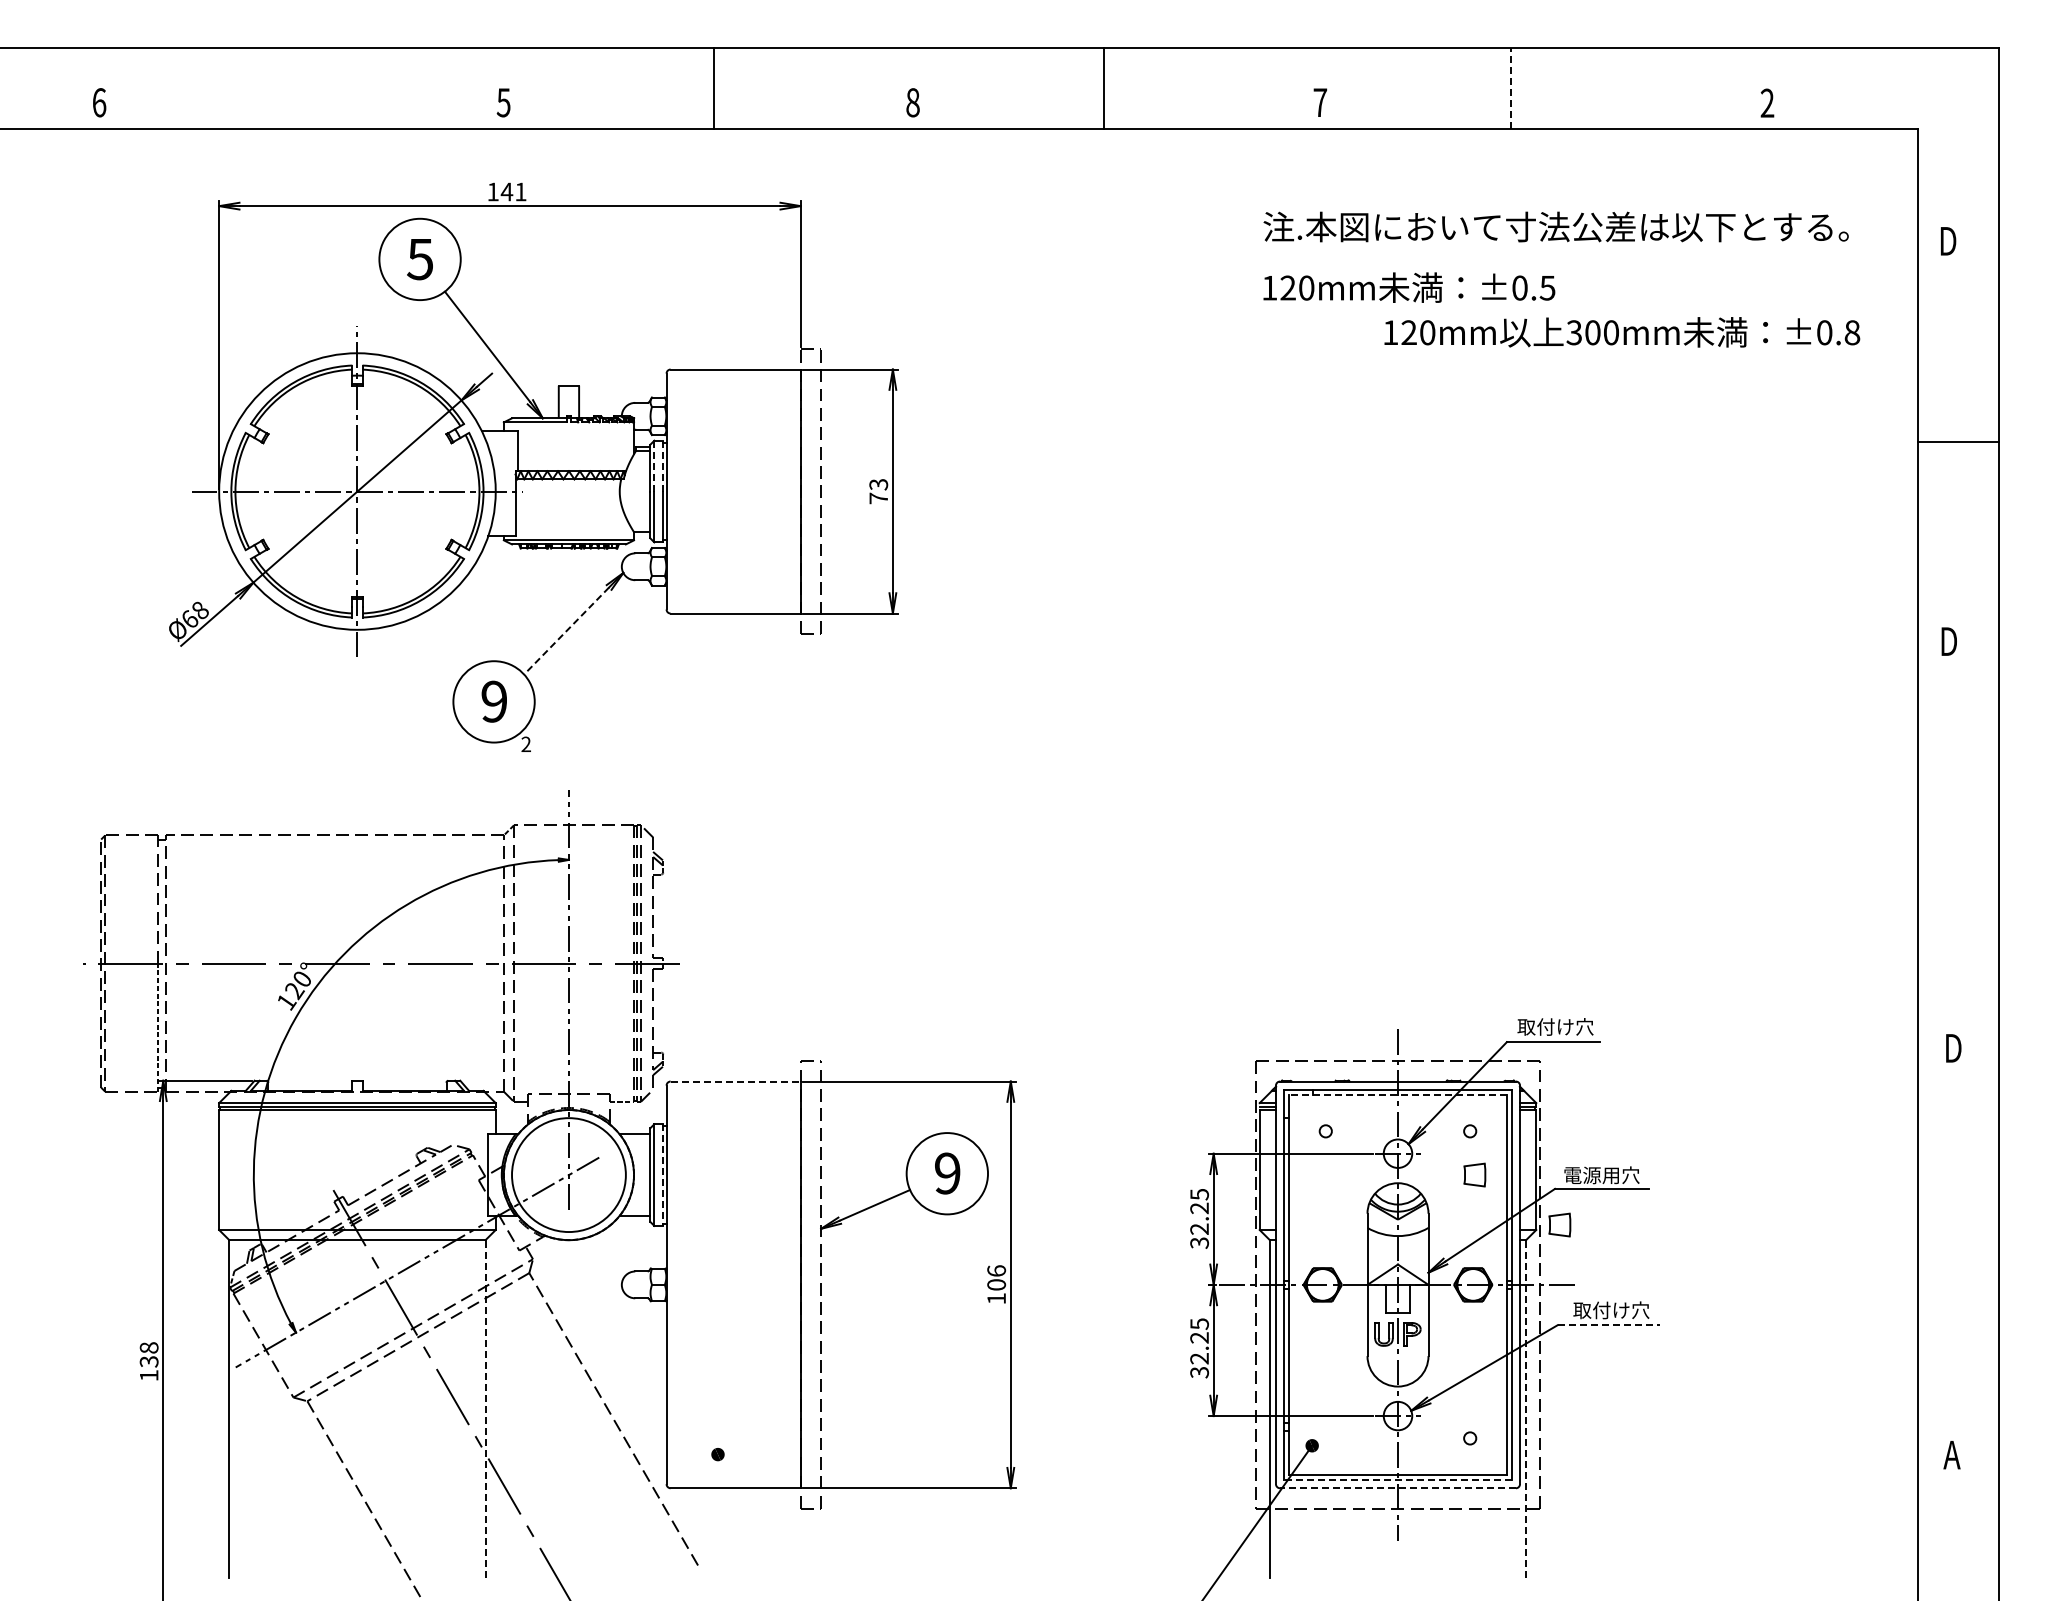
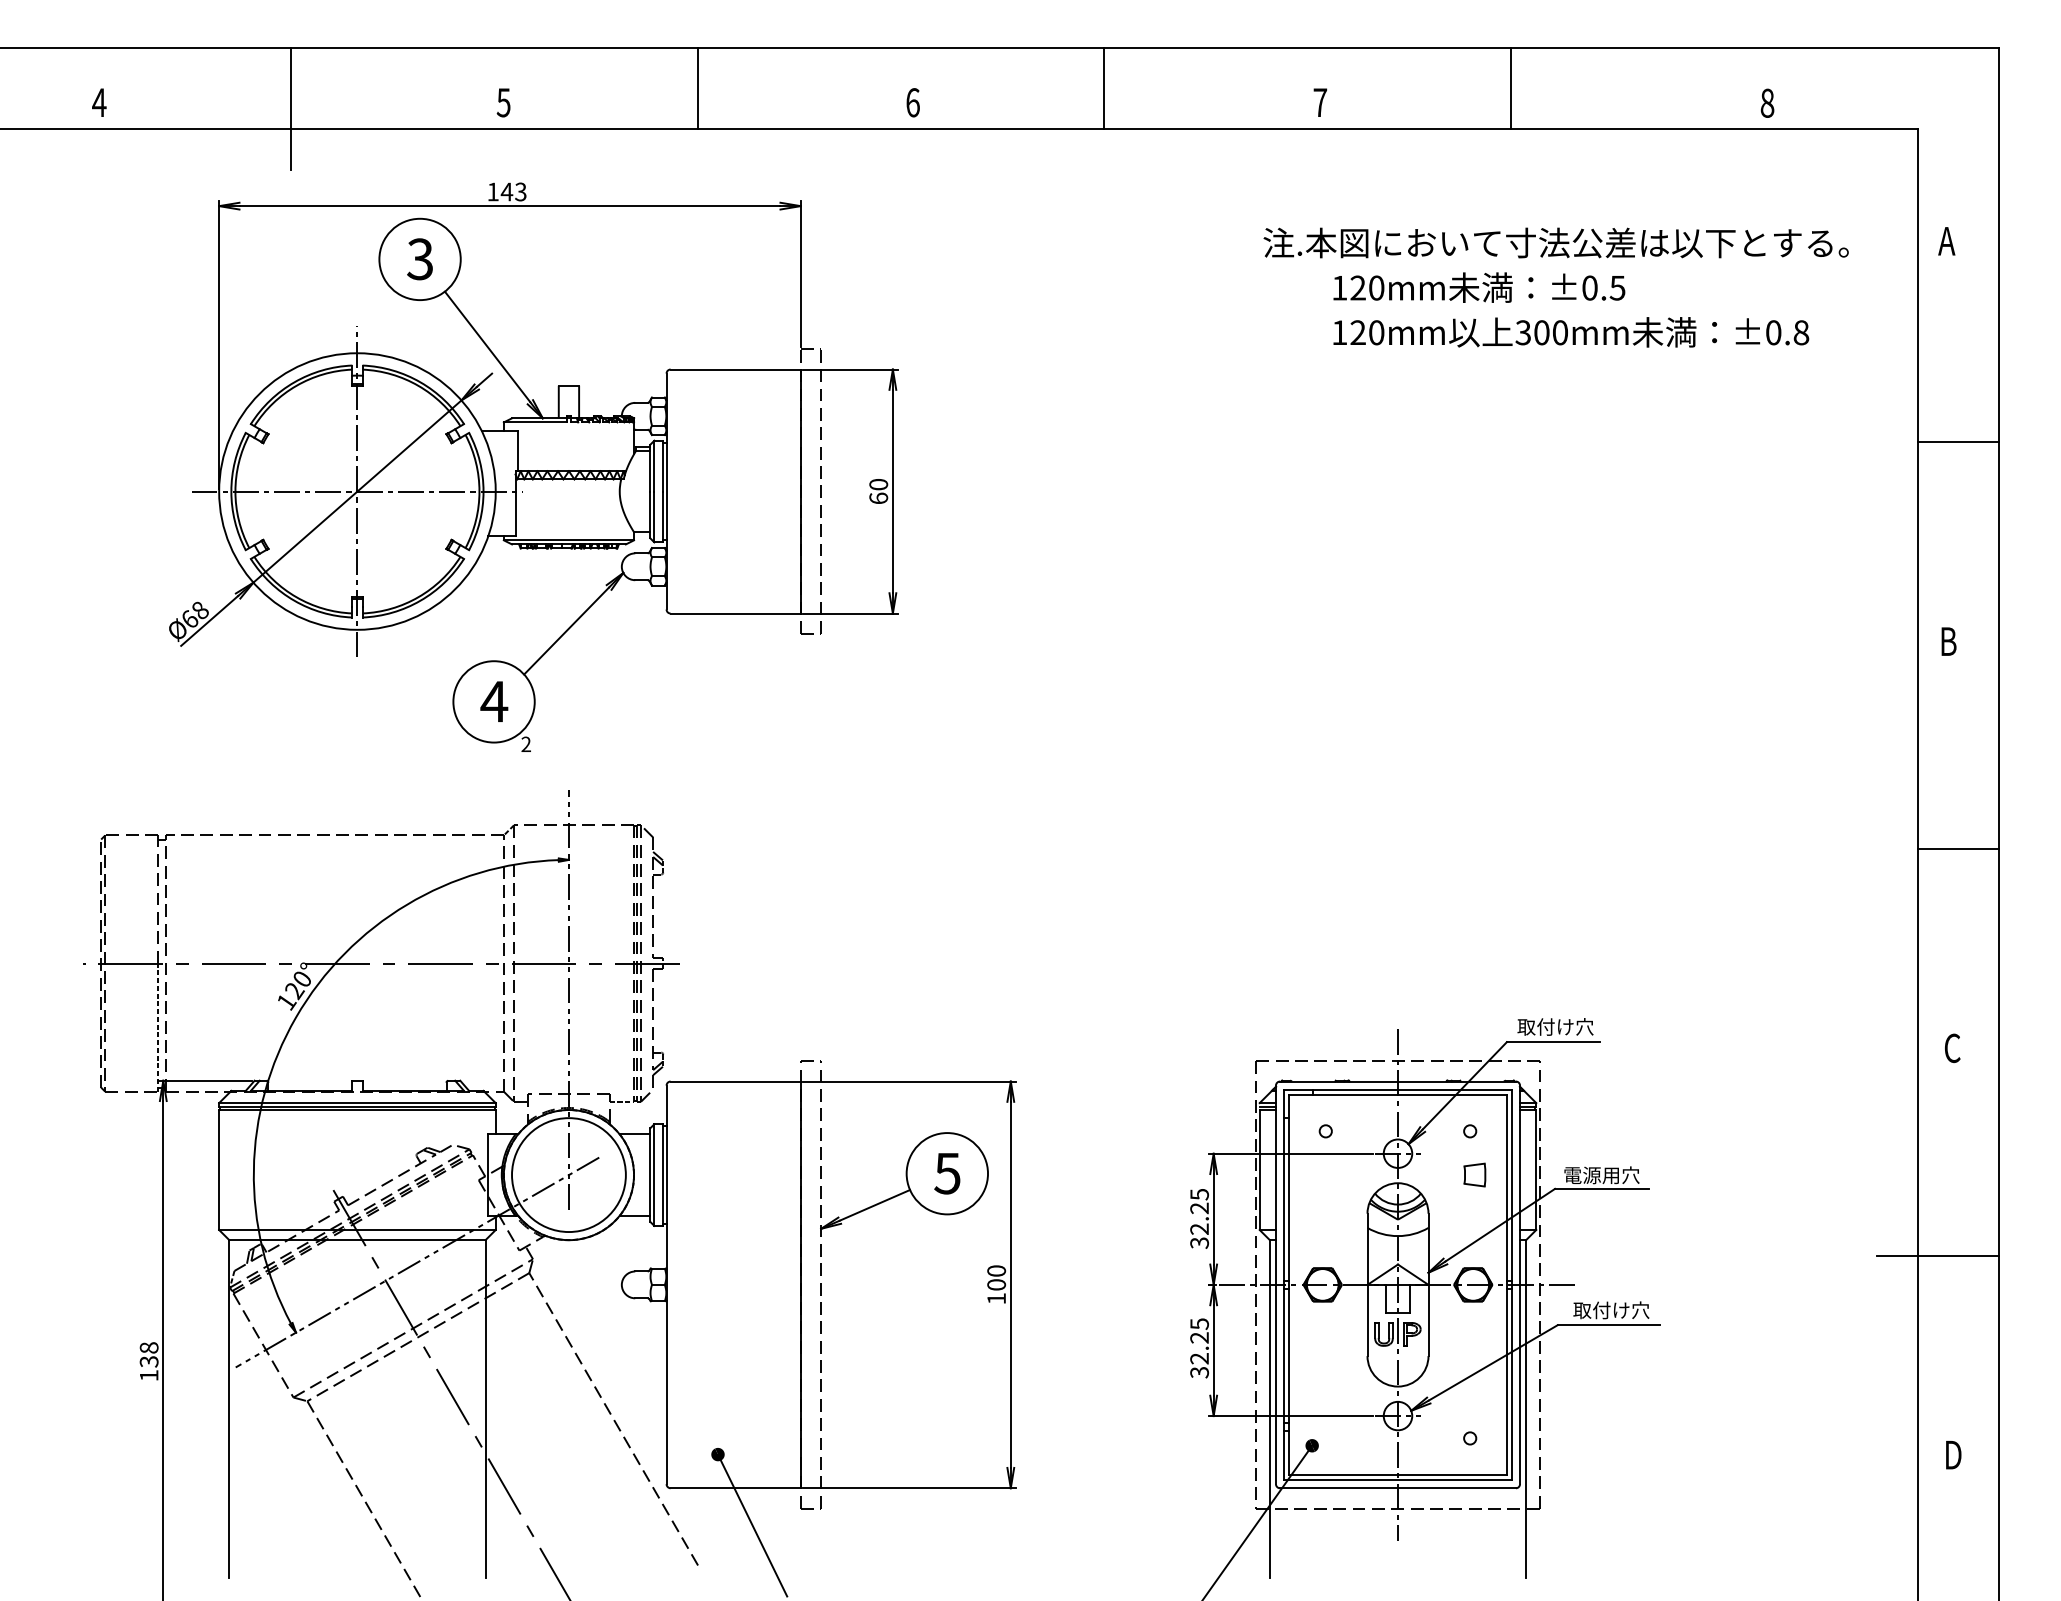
line at (713, 88) position: (713, 88) -> (697, 88)
line at (1511, 88): dashed -> solid
text at (99, 102): 6 -> 4
text at (912, 102): 8 -> 6
text at (1767, 102): 2 -> 8
line at (290, 108): none -> present
text at (520, 191): 141 -> 143
text at (1555, 226) position: (1555, 226) -> (1555, 242)
text at (1947, 241): D -> A
text at (419, 258): 5 -> 3
text at (1409, 287) position: (1409, 287) -> (1479, 287)
text at (1622, 332) position: (1622, 332) -> (1571, 332)
line at (654, 466): dashed -> solid
line at (662, 466): dashed -> solid
text at (878, 491): 73 -> 60
line at (566, 631): dashed -> solid
text at (1950, 641): D -> B
text at (494, 701): 9 -> 4
line at (1958, 849): none -> present
text at (1952, 1048): D -> C
line at (736, 1081): dashed -> solid
line at (1398, 1094): dashed -> solid
text at (947, 1173): 9 -> 5
line at (662, 1175): dashed -> solid
part at (1559, 1224): present -> none
line at (1938, 1255): none -> present
text at (996, 1270): 106 -> 100
line at (1609, 1325): dashed -> solid
line at (485, 1408): dashed -> solid
line at (1526, 1408): dashed -> solid
text at (1952, 1454): A -> D
line at (1398, 1480): dashed -> solid
line at (1398, 1488): dashed -> solid
line at (752, 1525): none -> present
